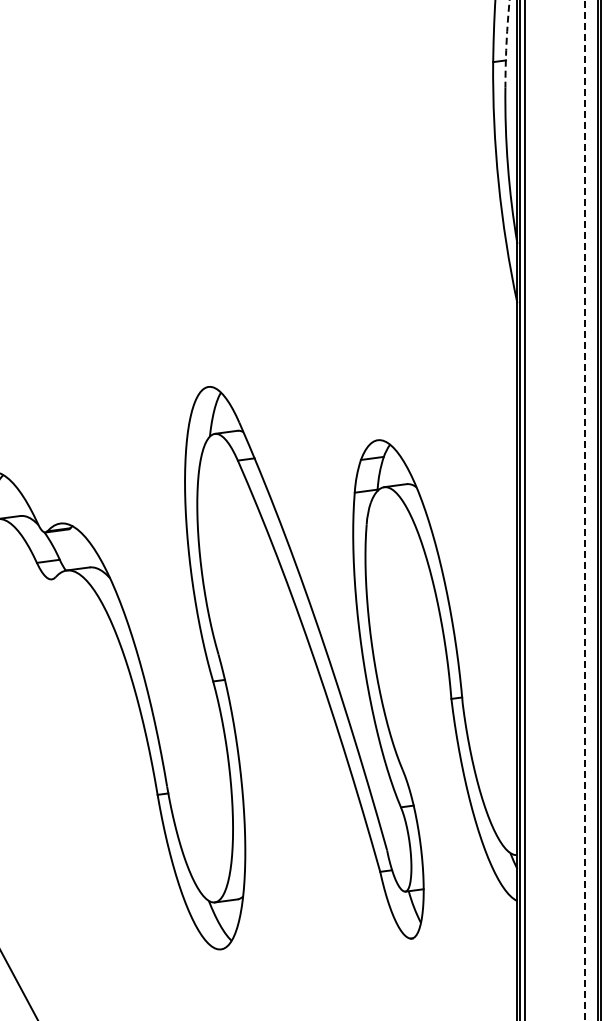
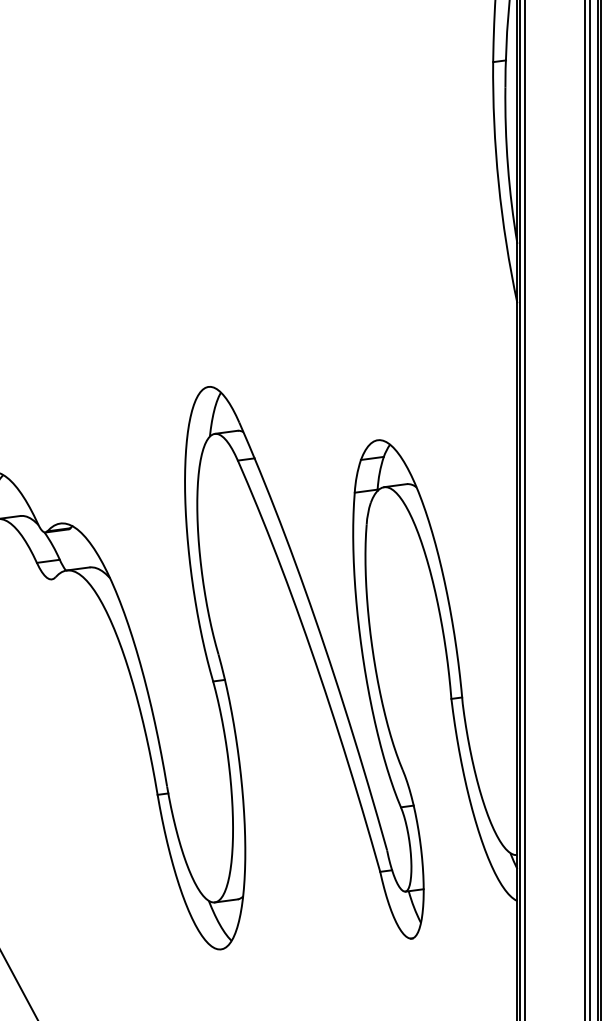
arc at (506, 44): dashed -> solid
line at (589, 509): none -> present
line at (584, 510): dashed -> solid
